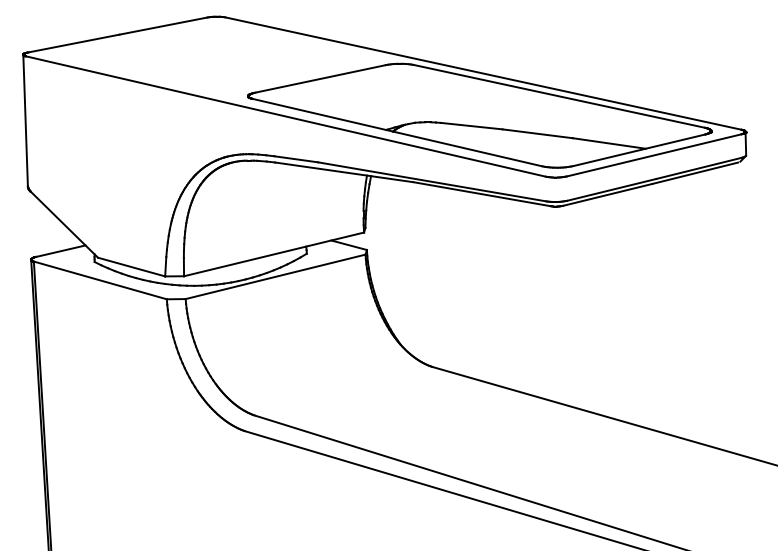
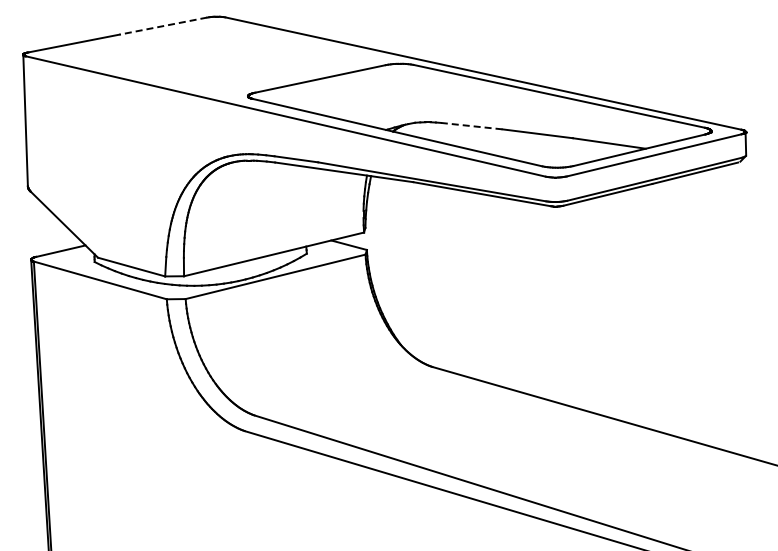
line at (163, 26): solid -> dashed
line at (471, 126): solid -> dashed
